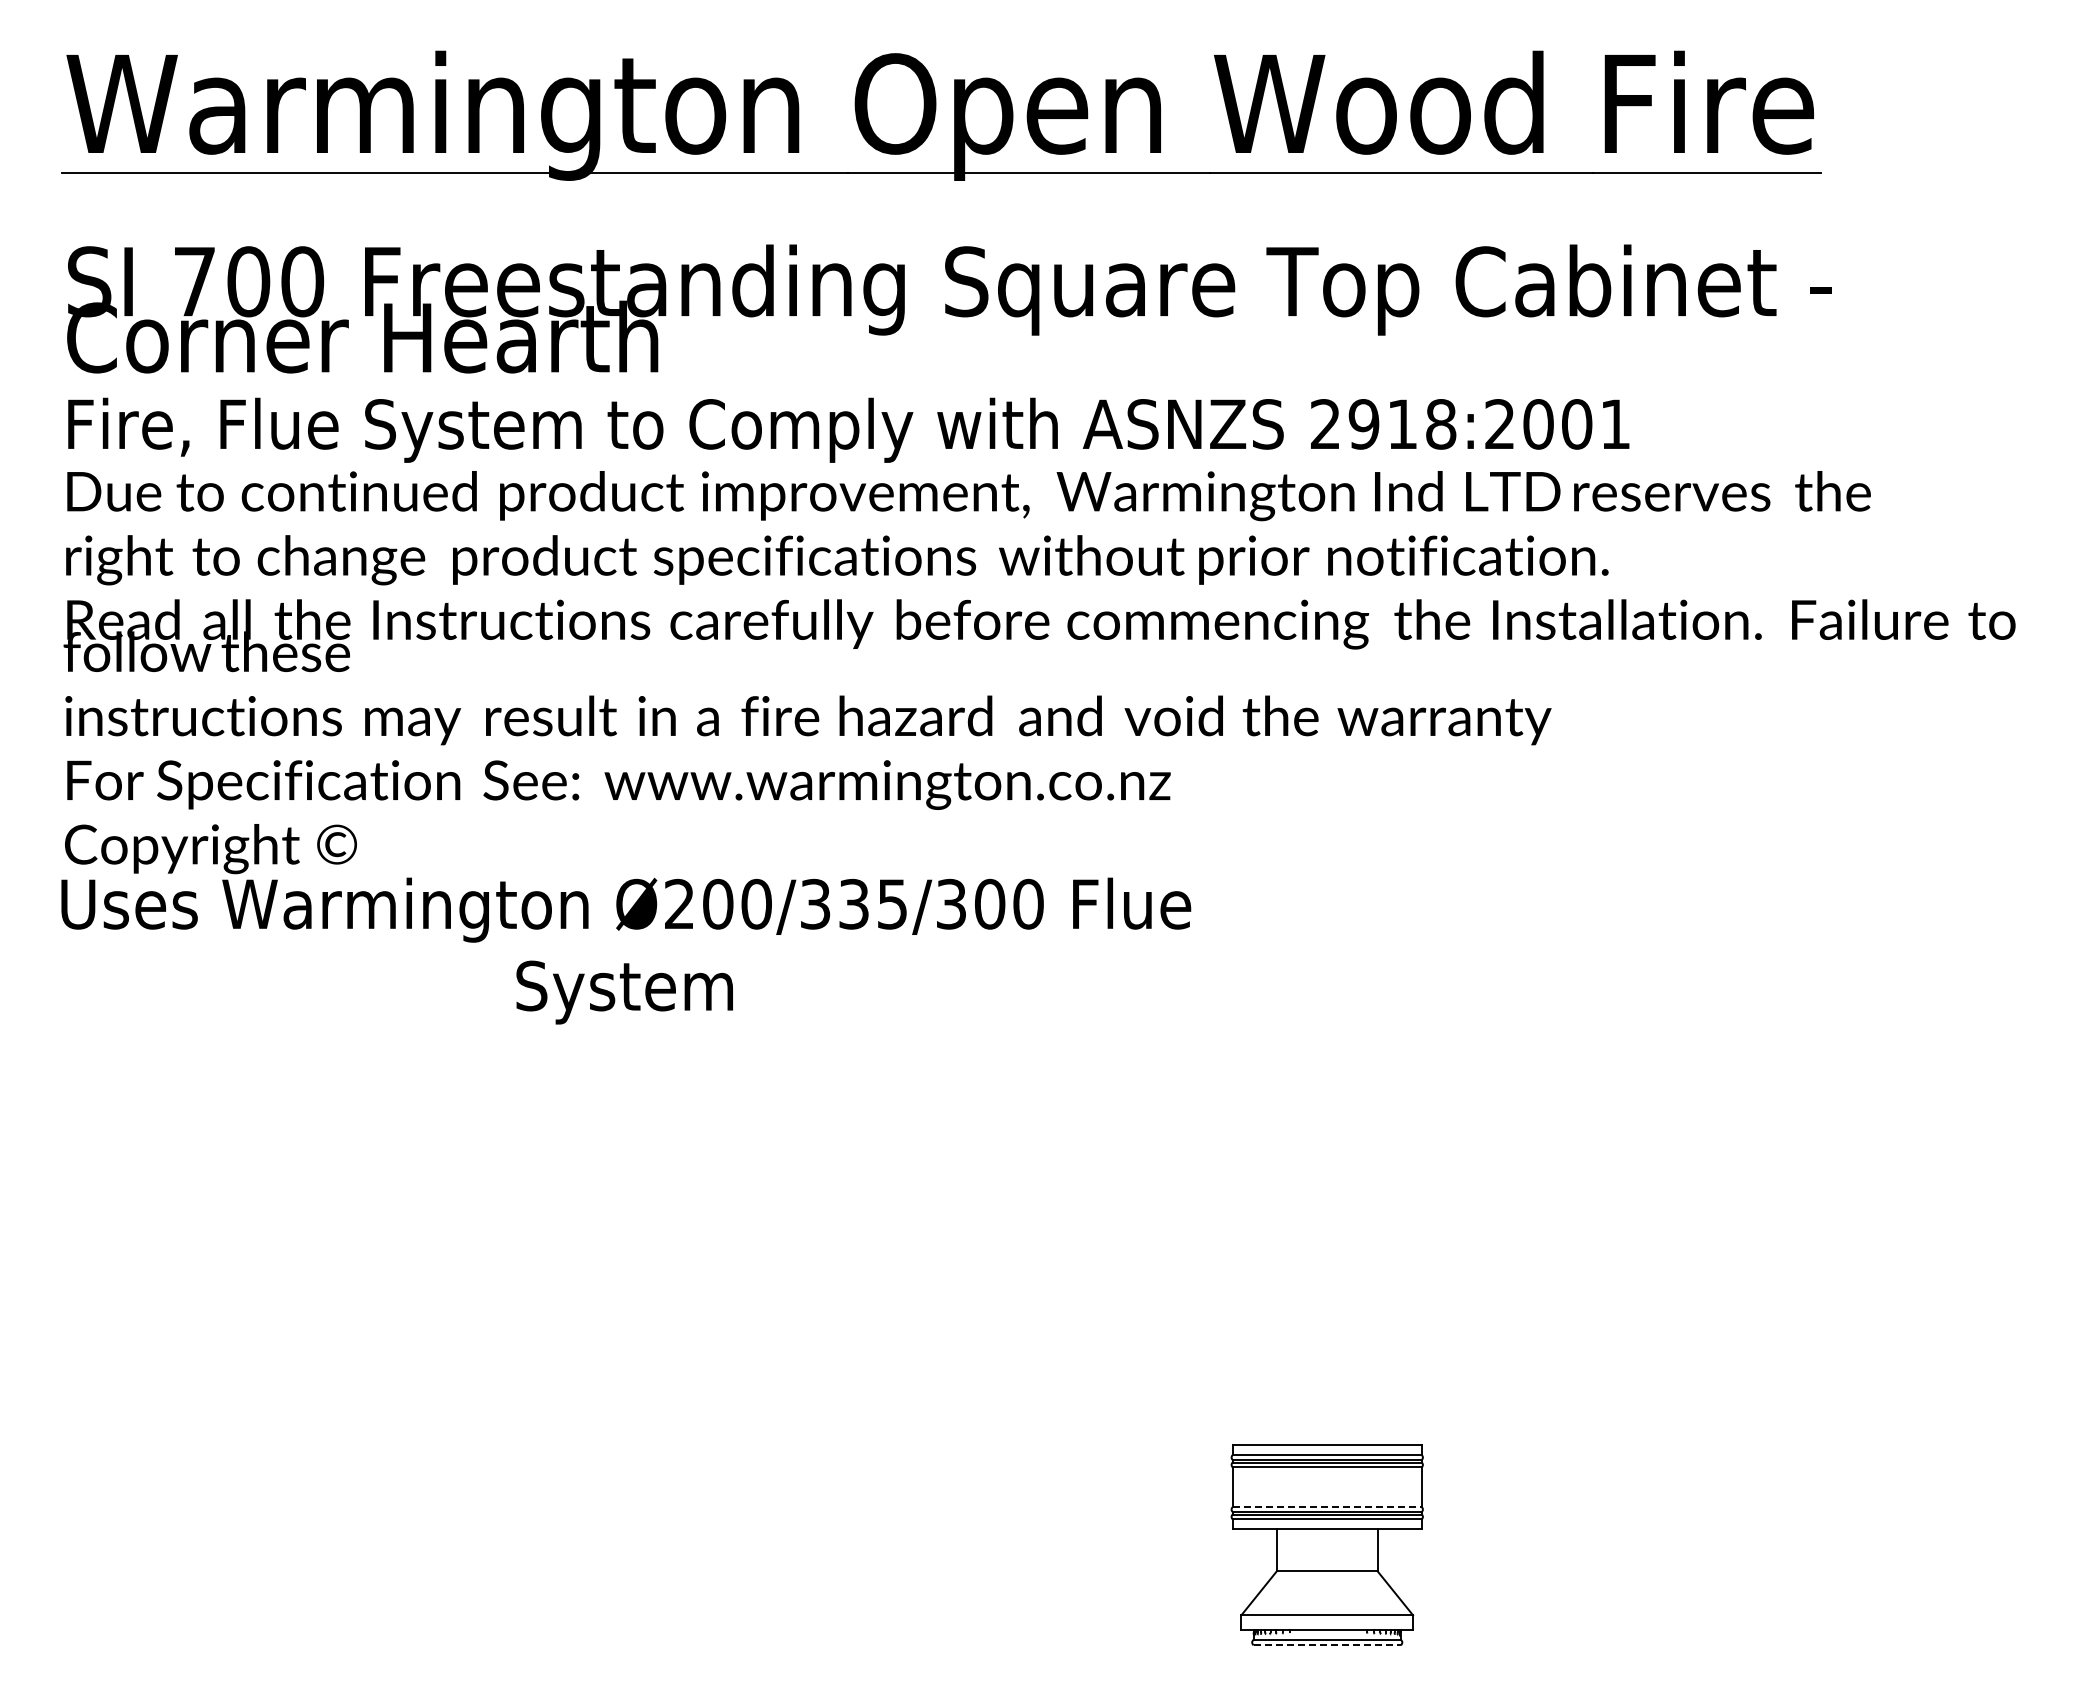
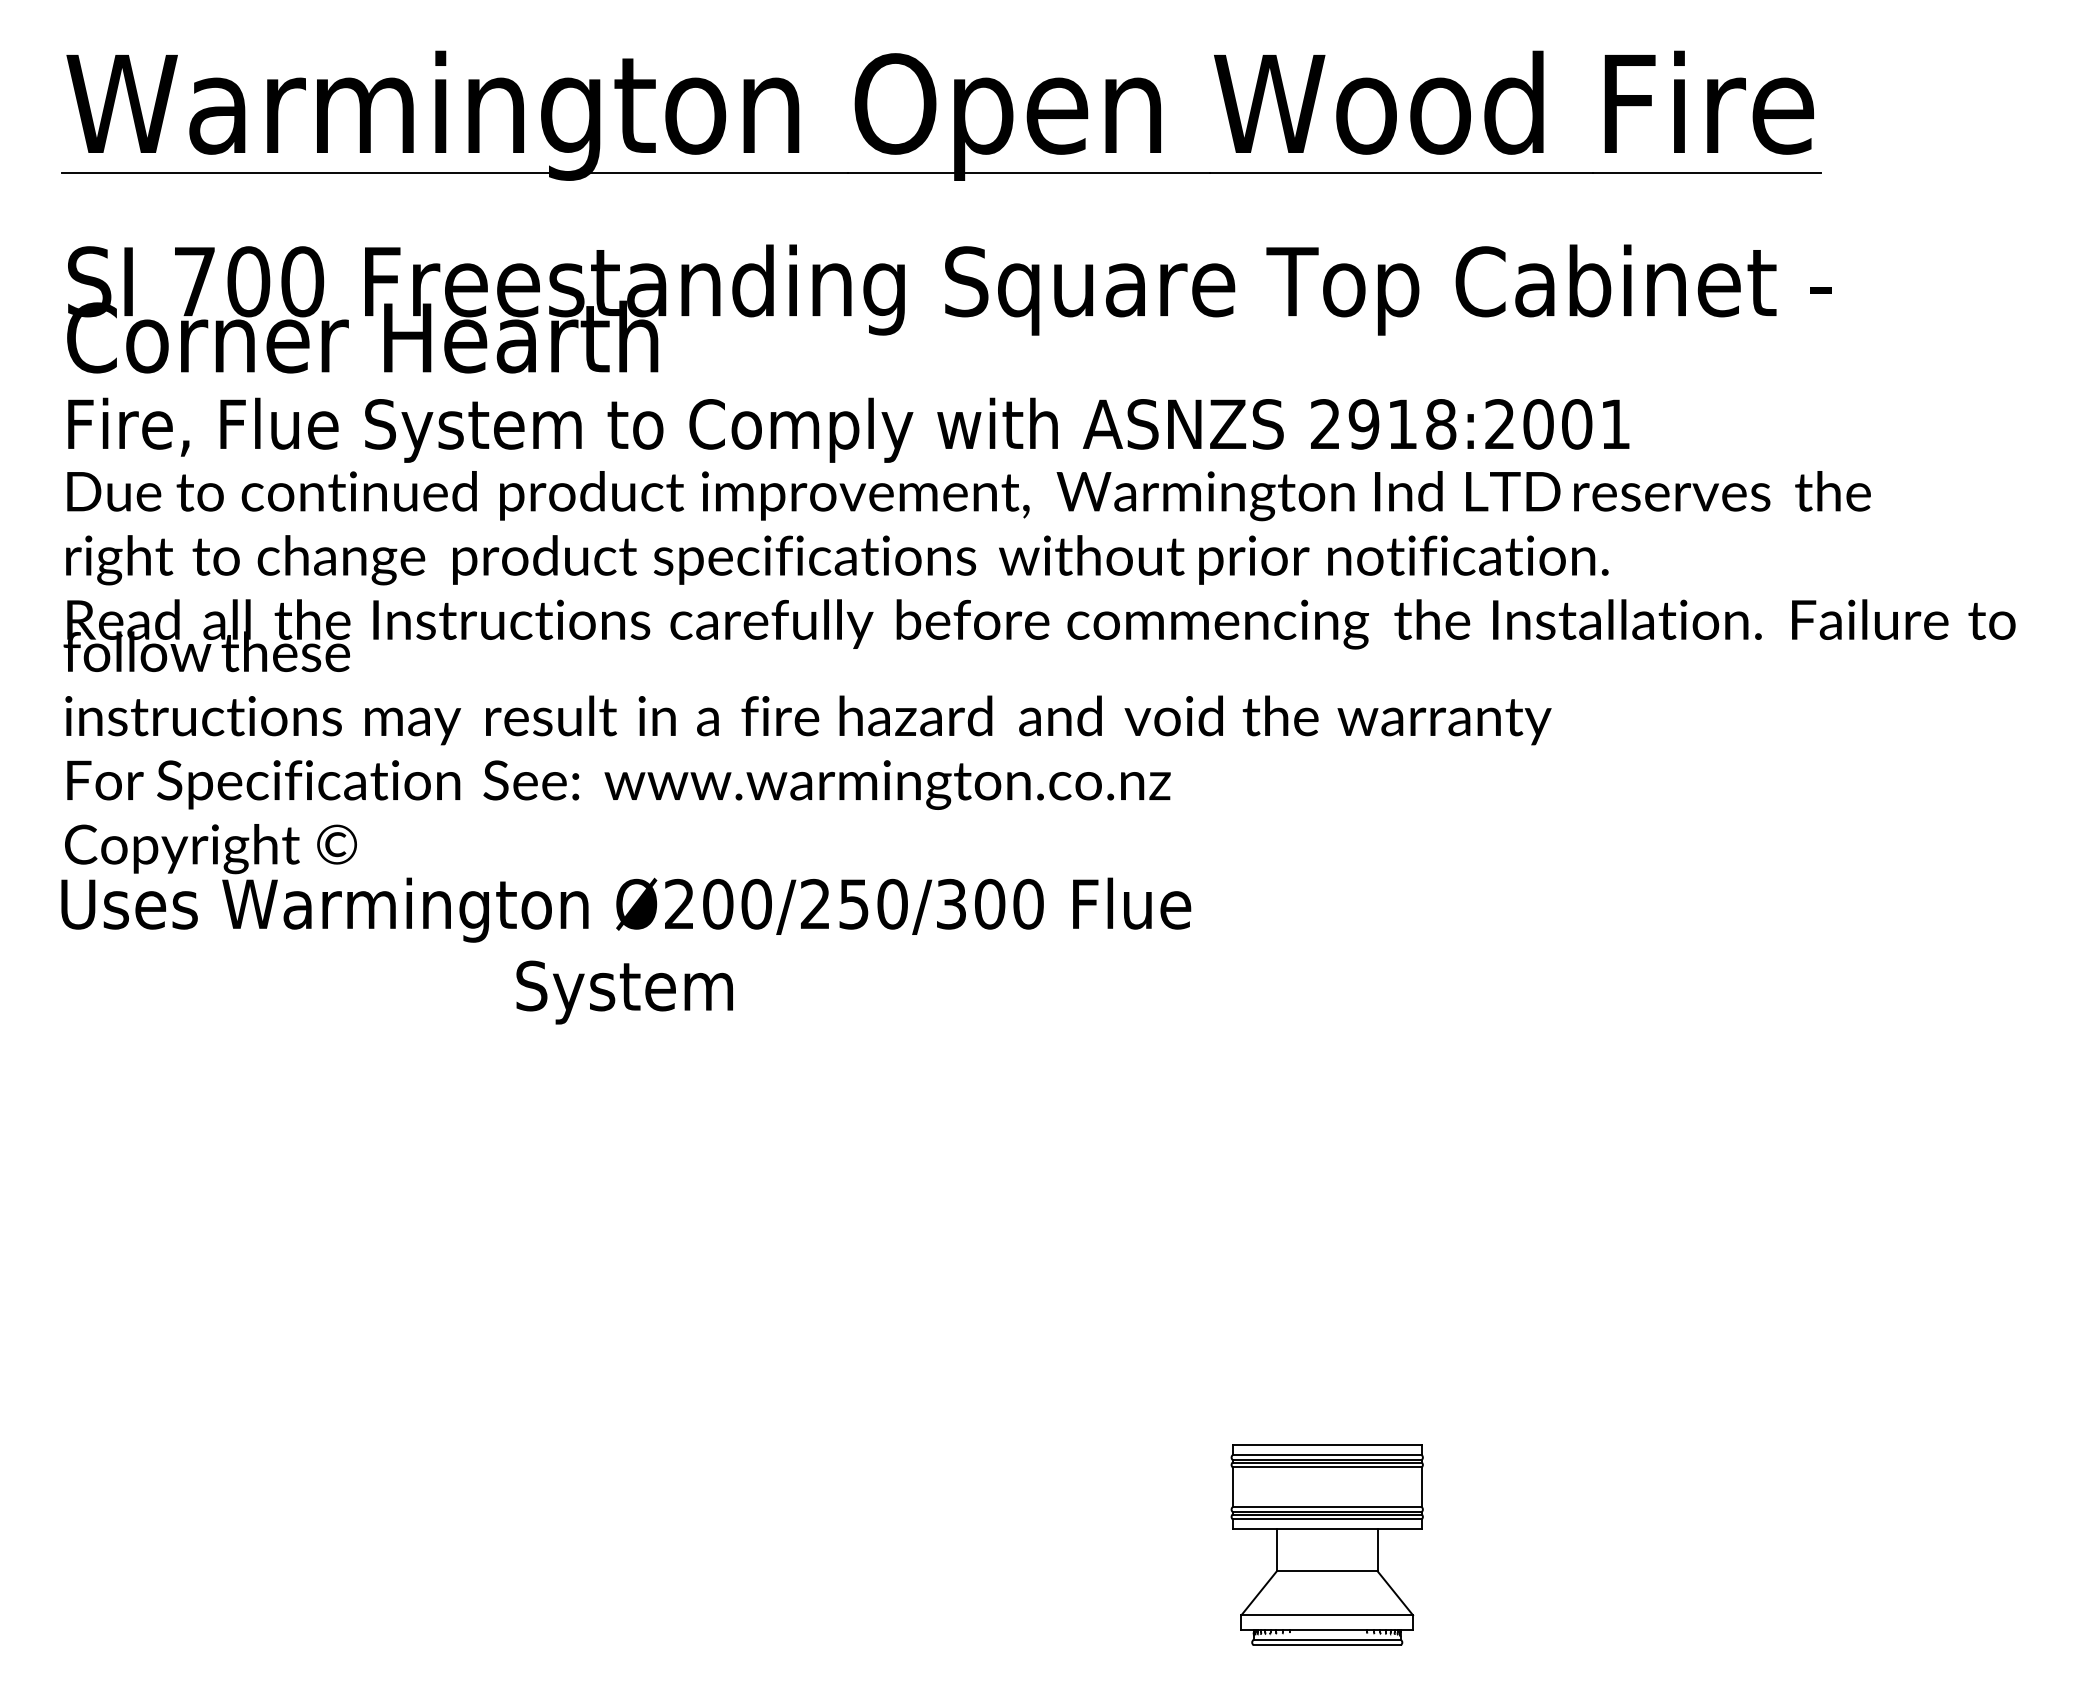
text at (853, 903): Ø200/335/300 -> Ø200/250/300
line at (1327, 1507): dashed -> solid
line at (1327, 1645): dashed -> solid
